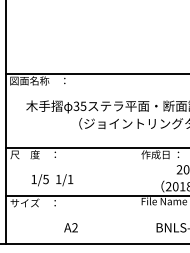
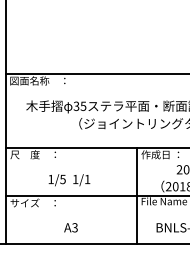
text at (52, 180) position: (52, 180) -> (69, 180)
line at (136, 196): none -> present
text at (74, 228): A2 -> A3
